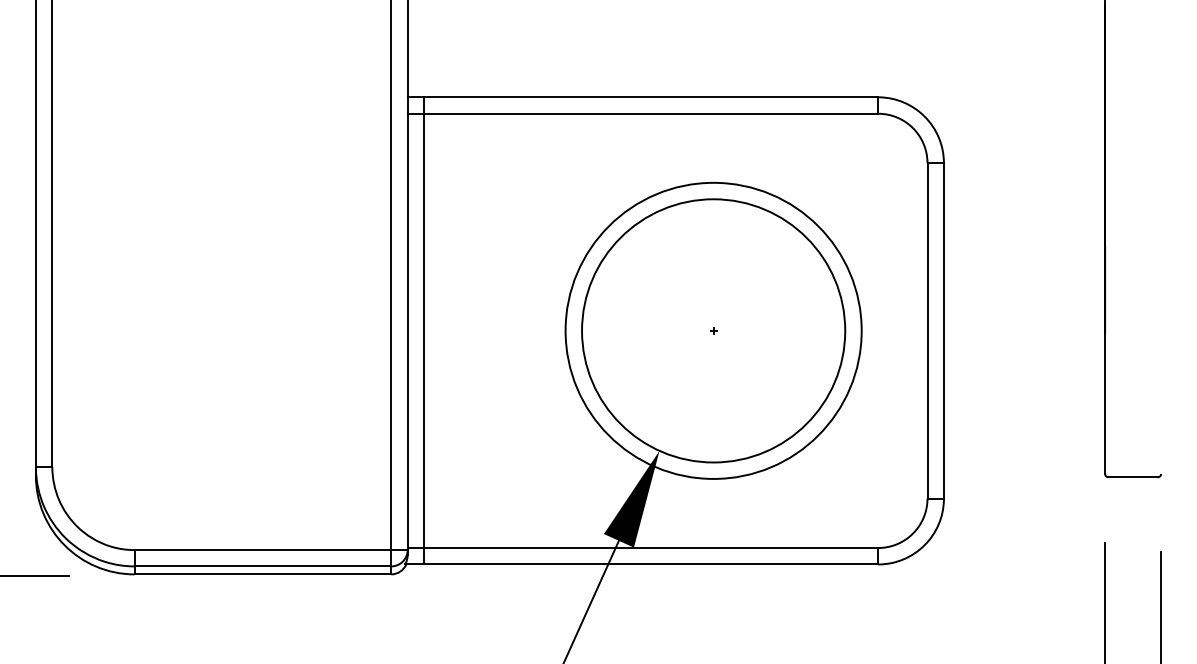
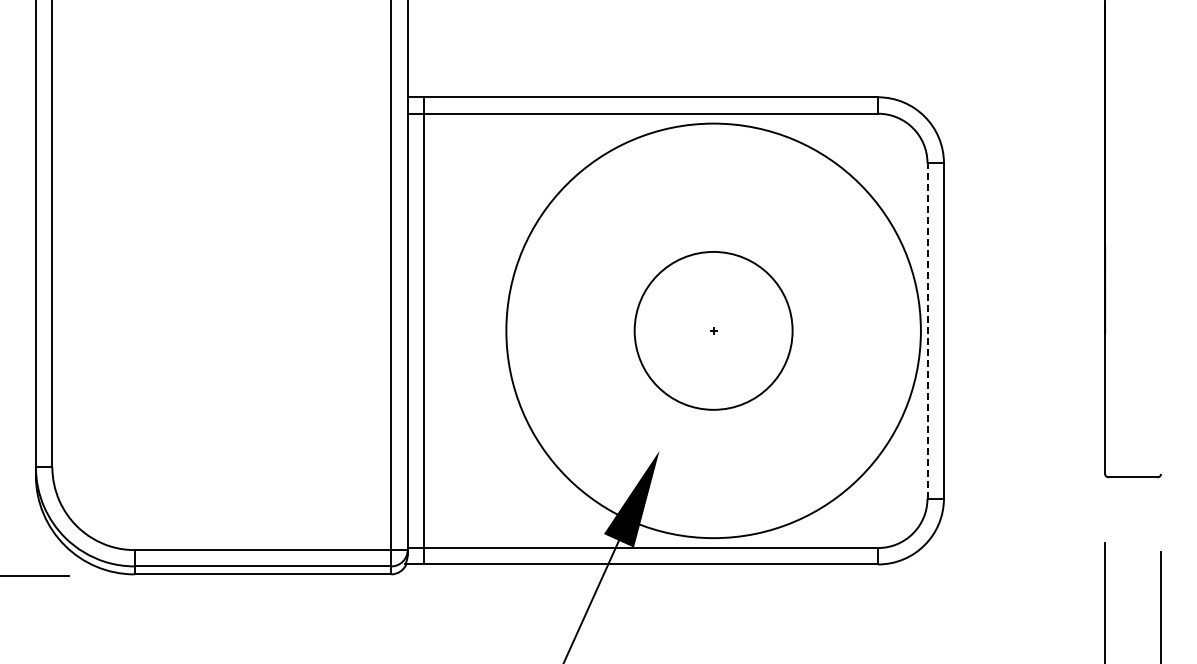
circle at (713, 330) diameter: 263 px -> 158 px
circle at (713, 330) diameter: 296 px -> 415 px
line at (927, 330): solid -> dashed
